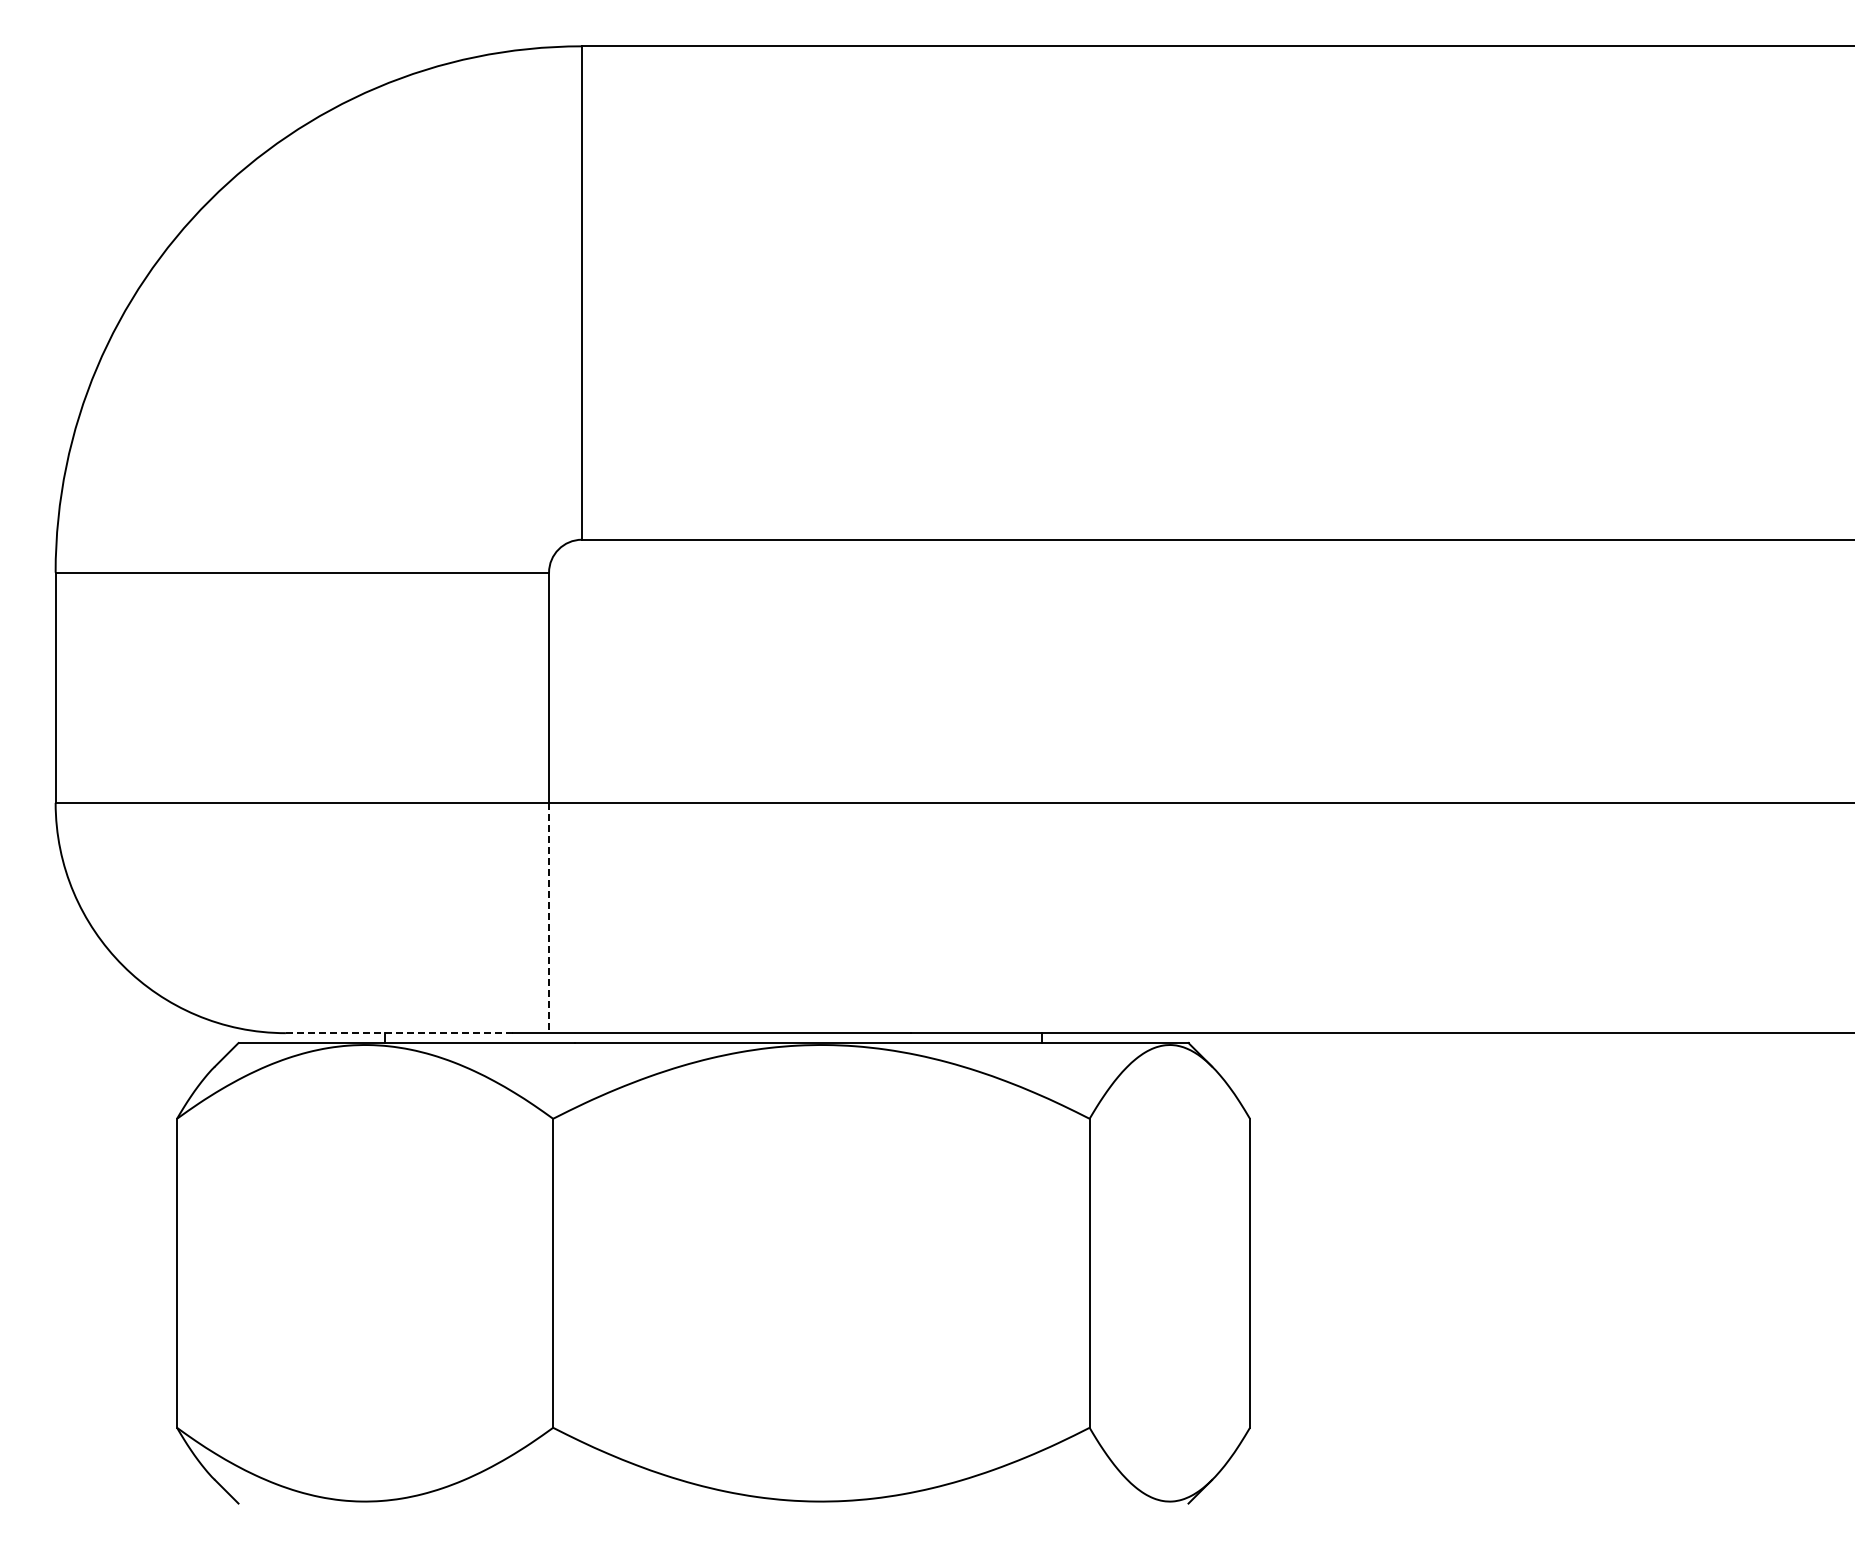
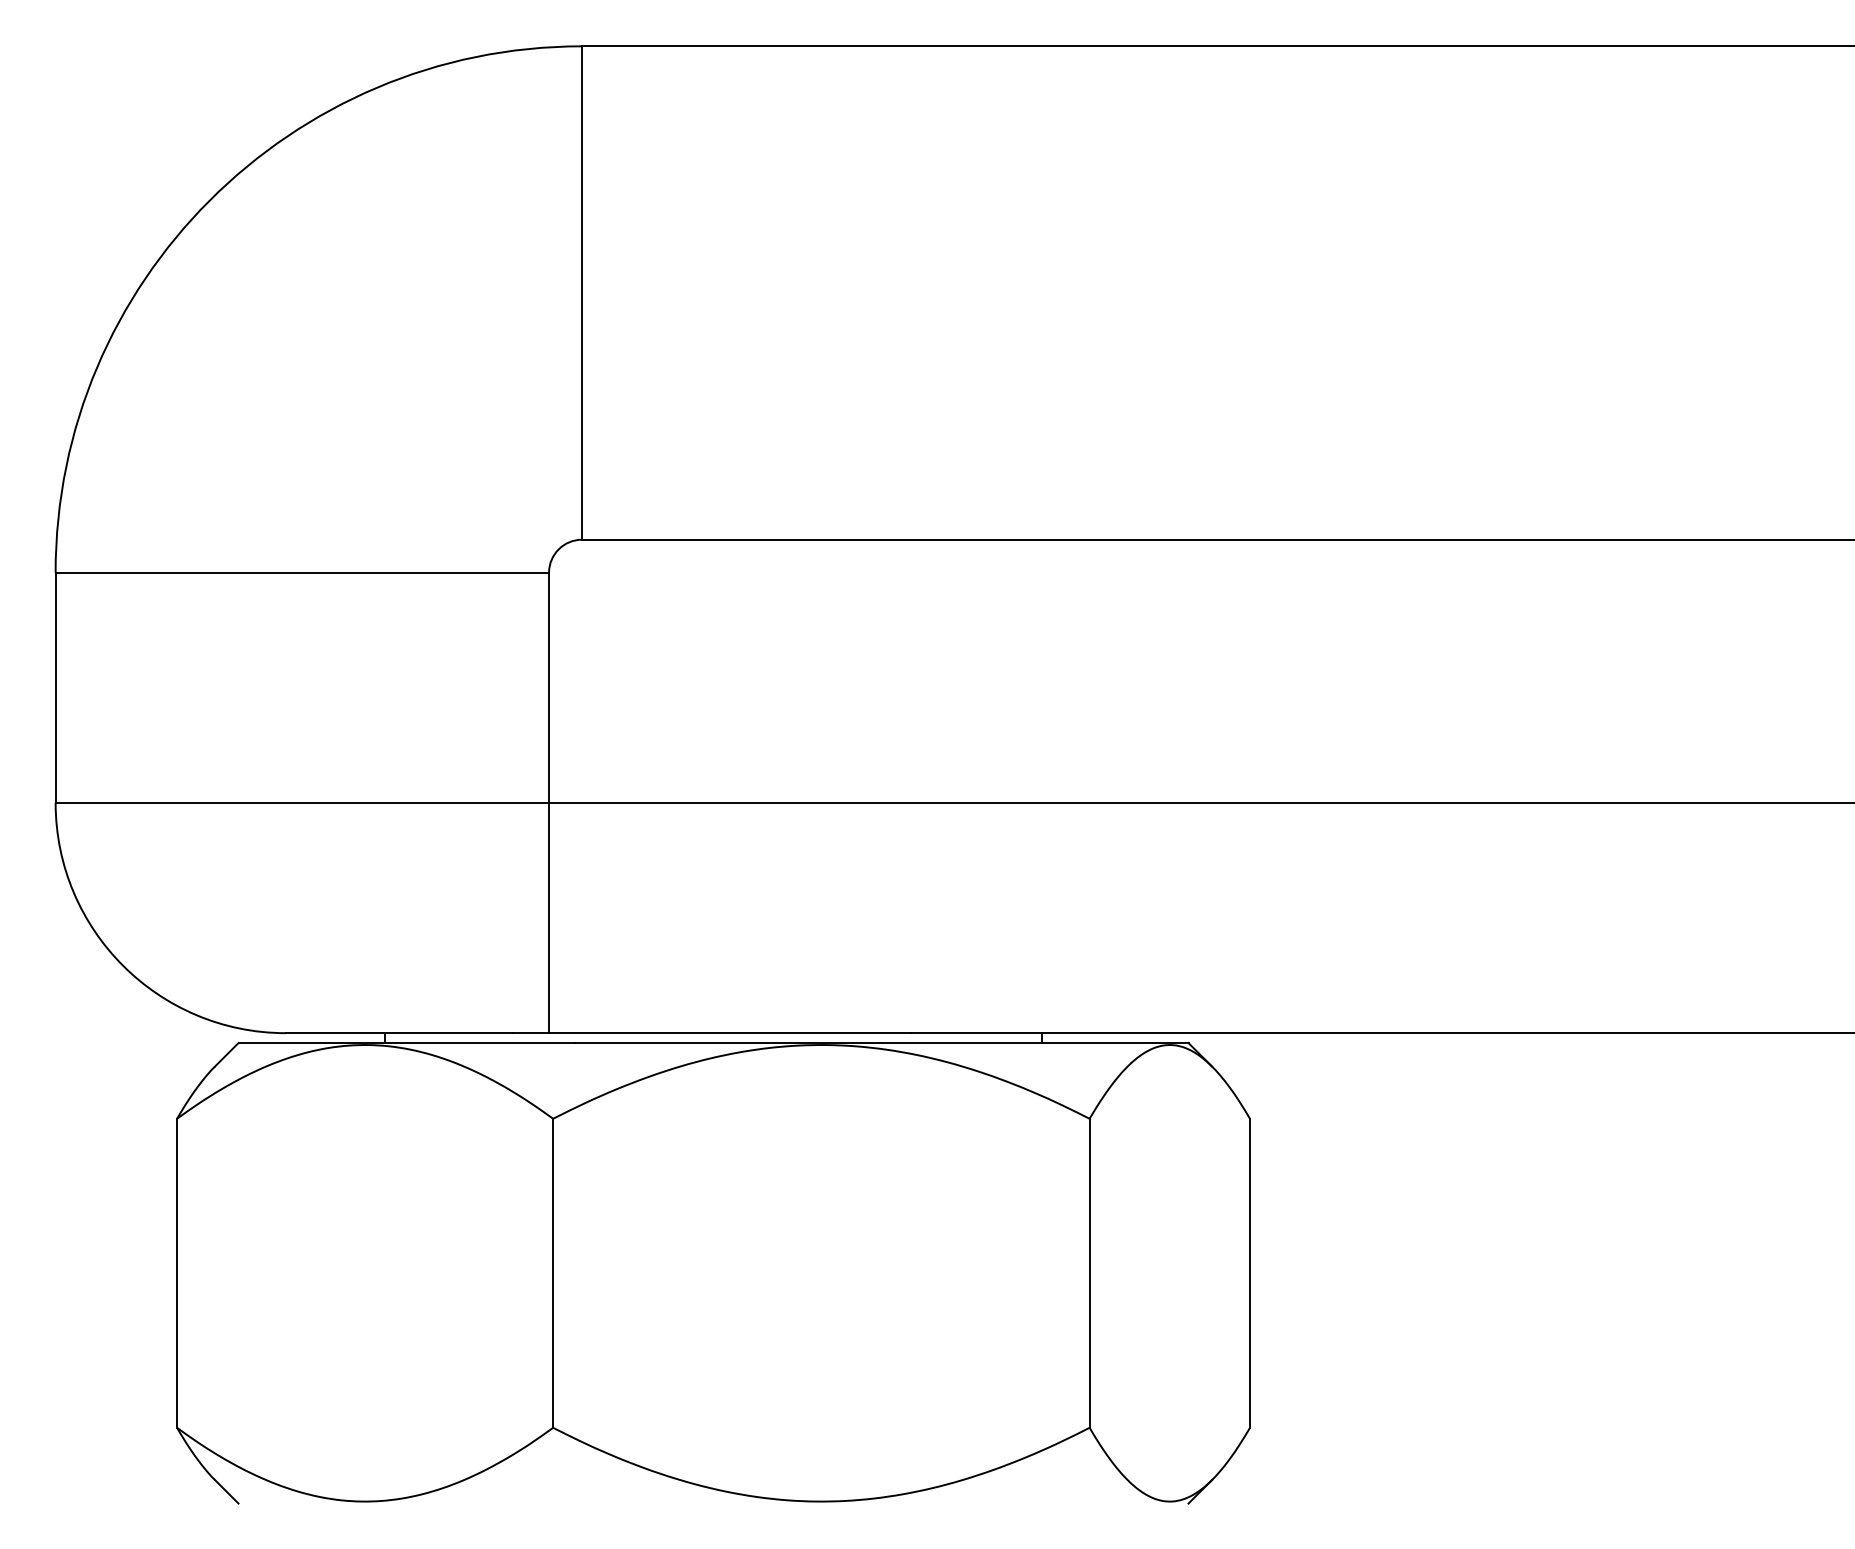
line at (549, 918): dashed -> solid
line at (398, 1033): dashed -> solid
